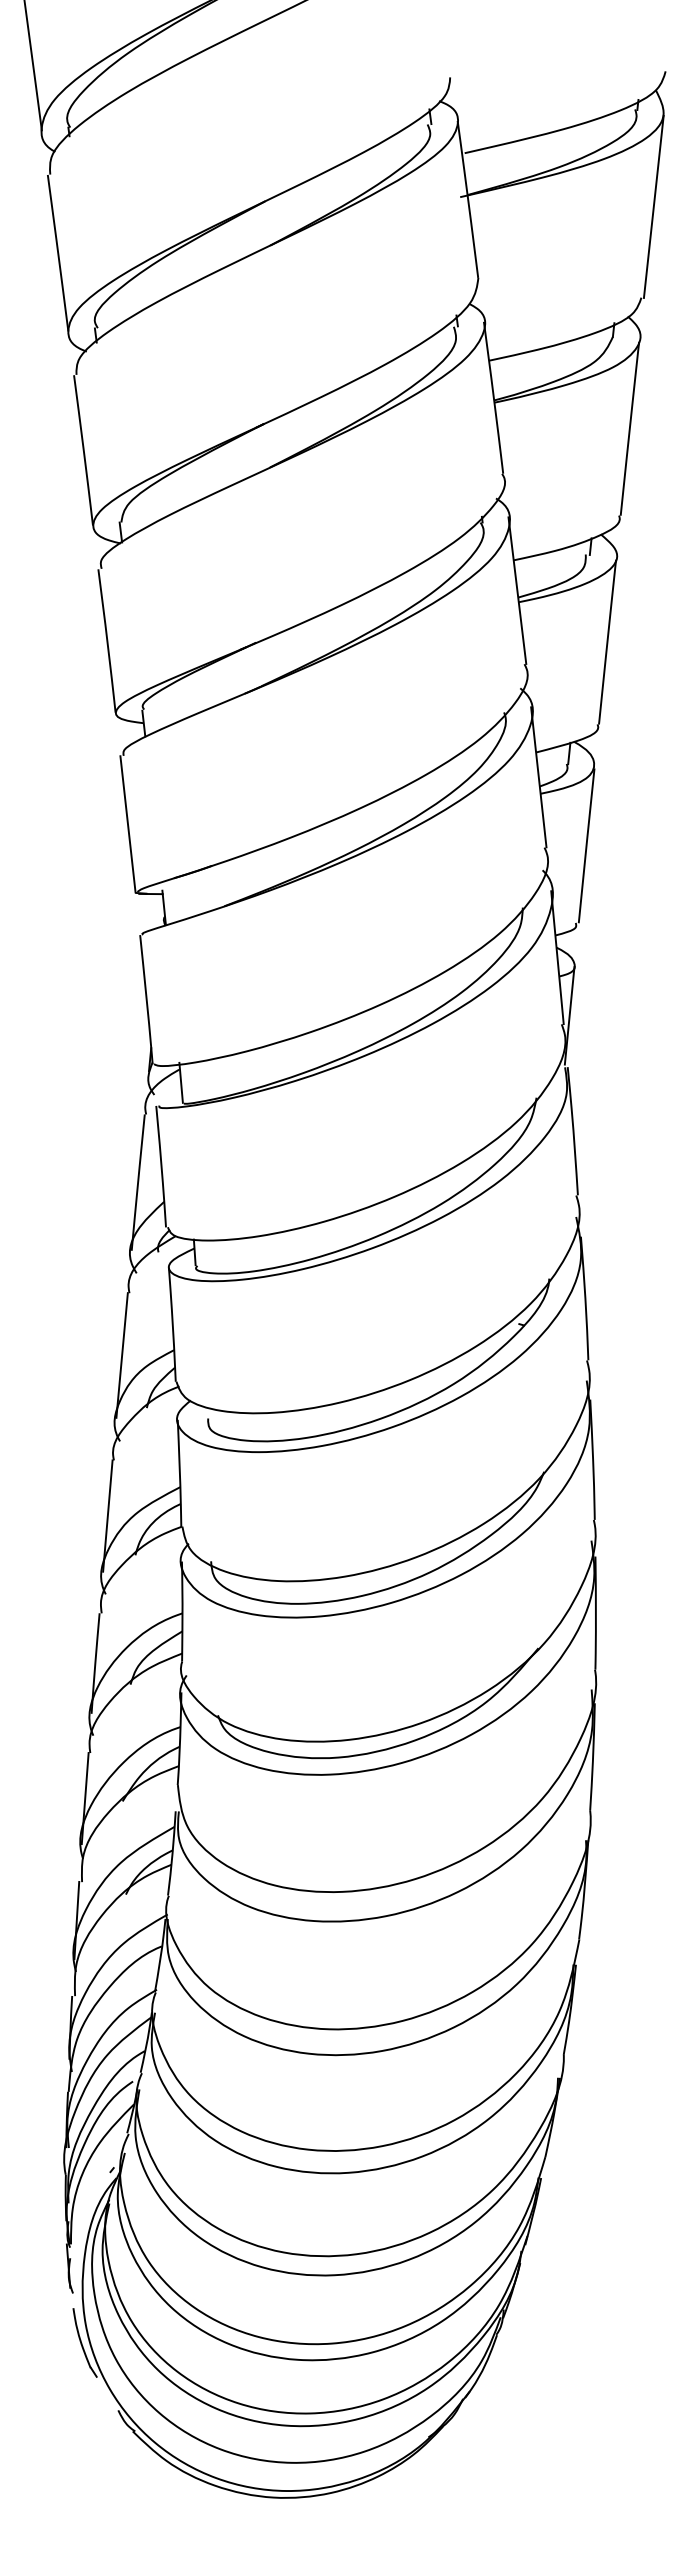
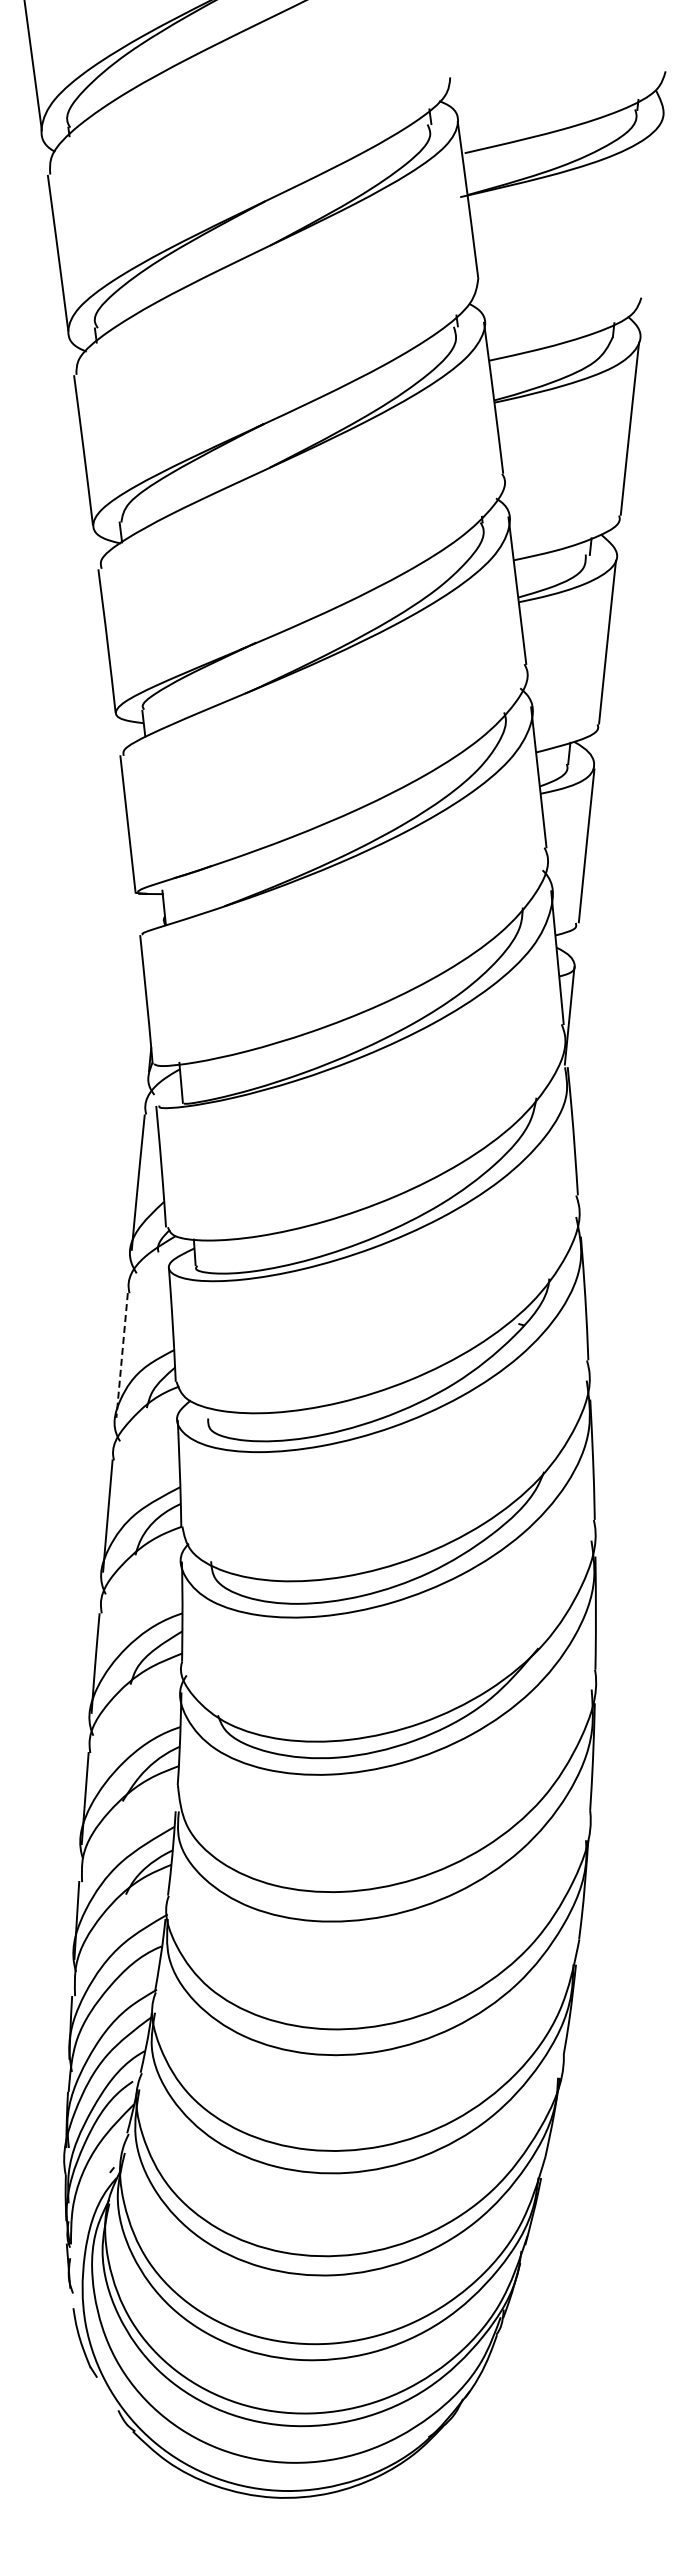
line at (653, 206): present -> none
line at (122, 1355): solid -> dashed
